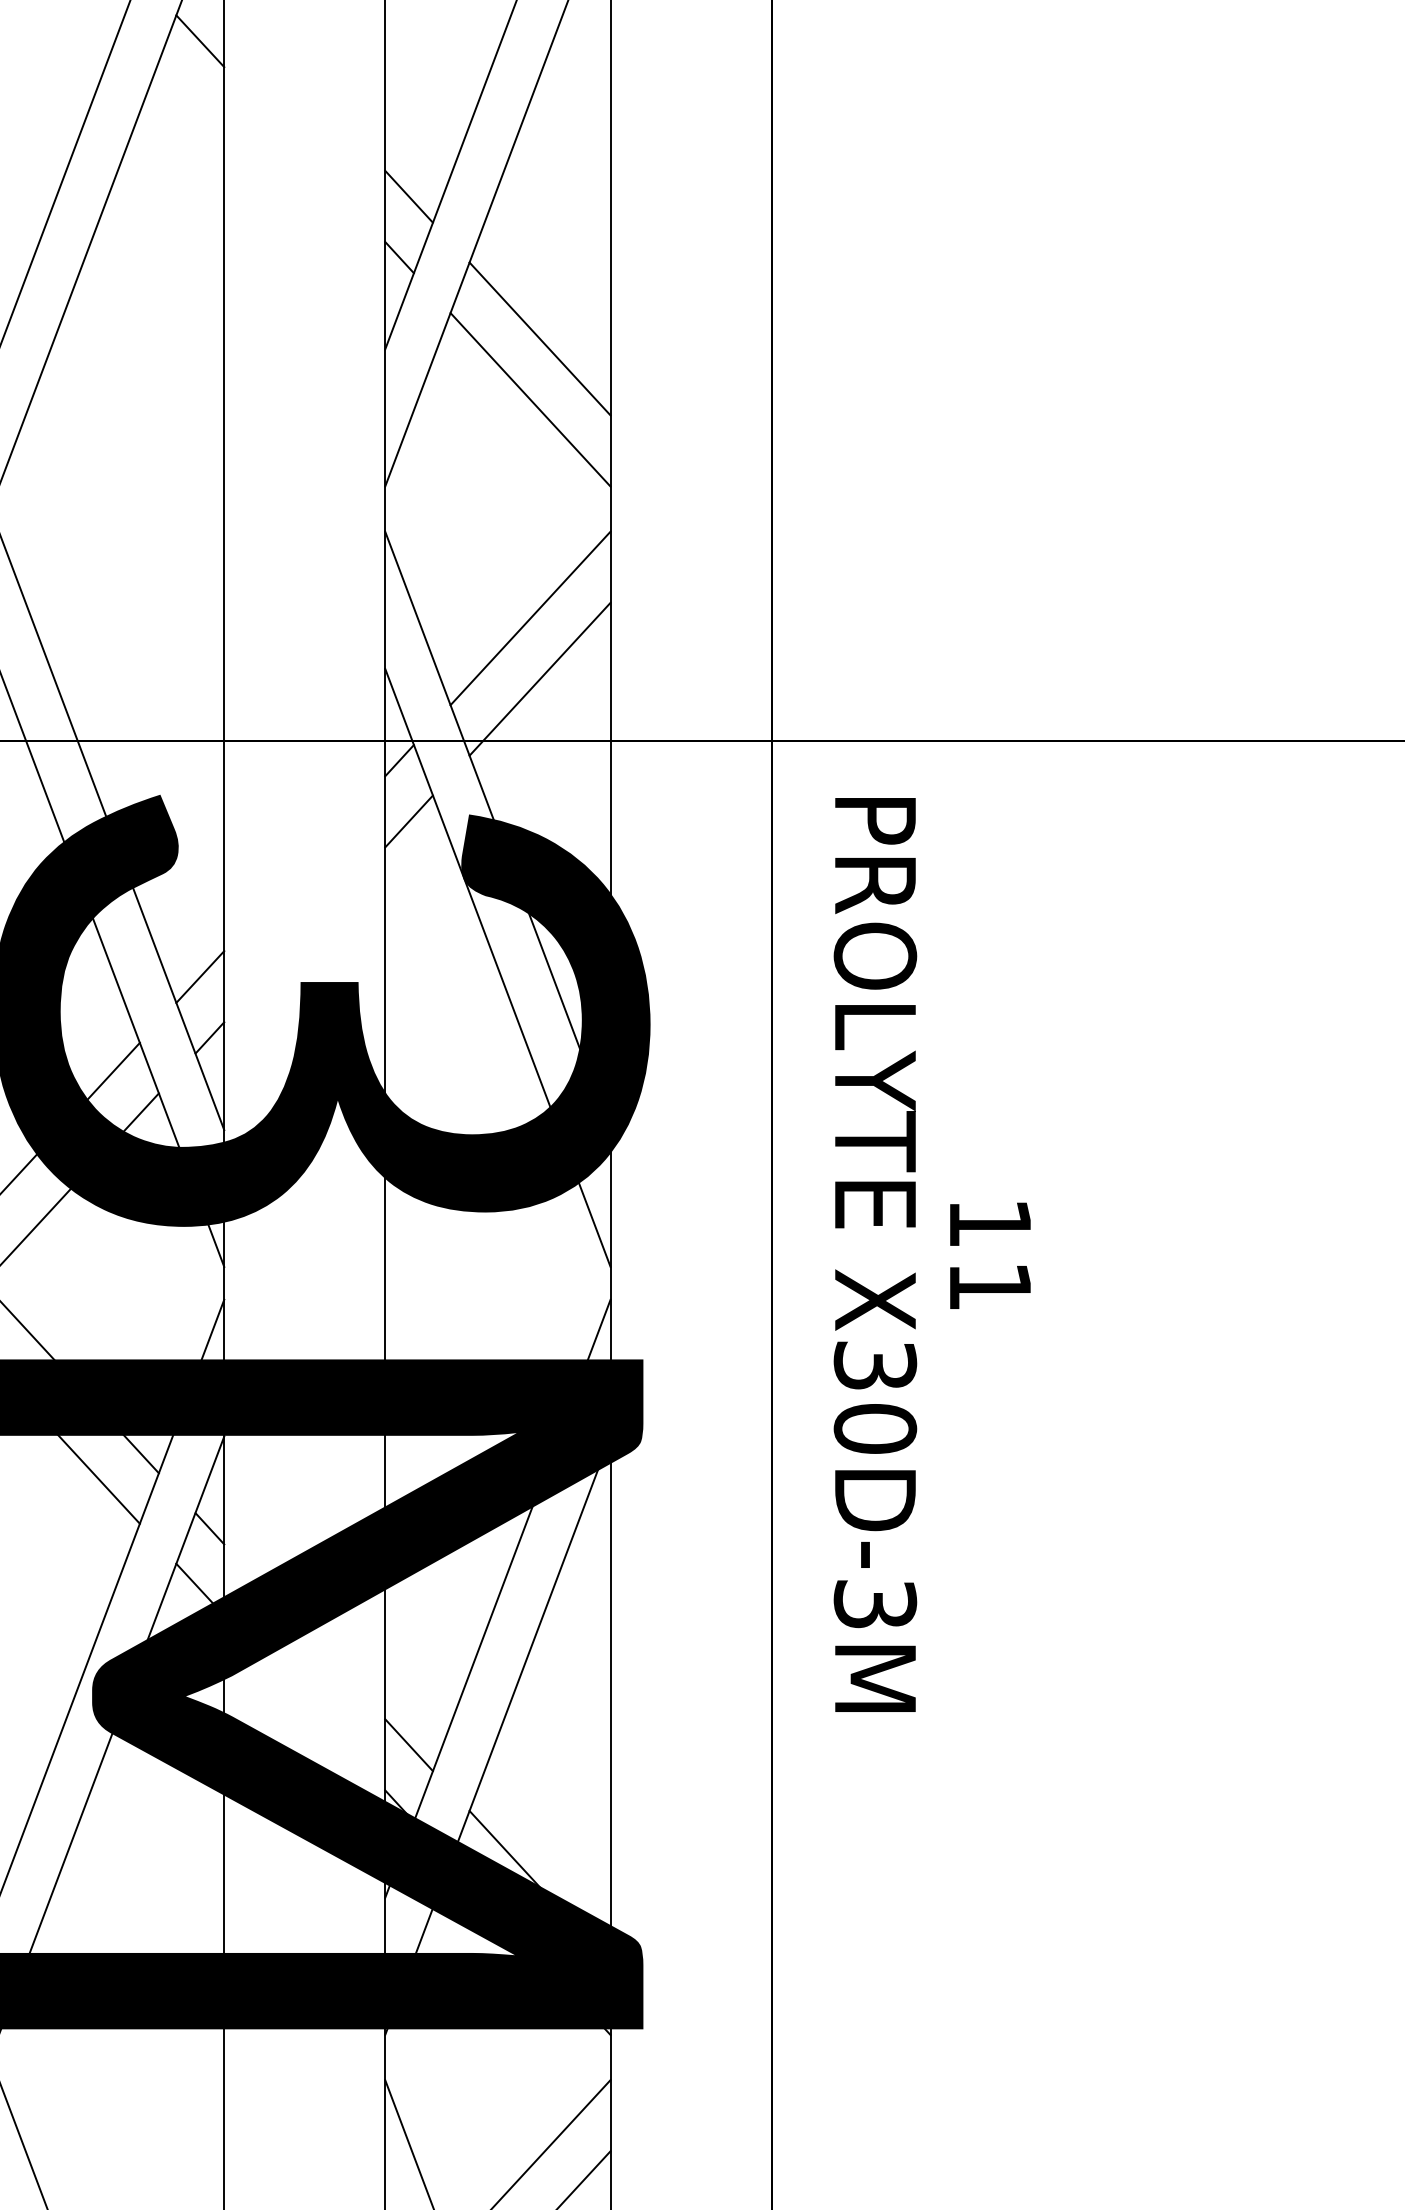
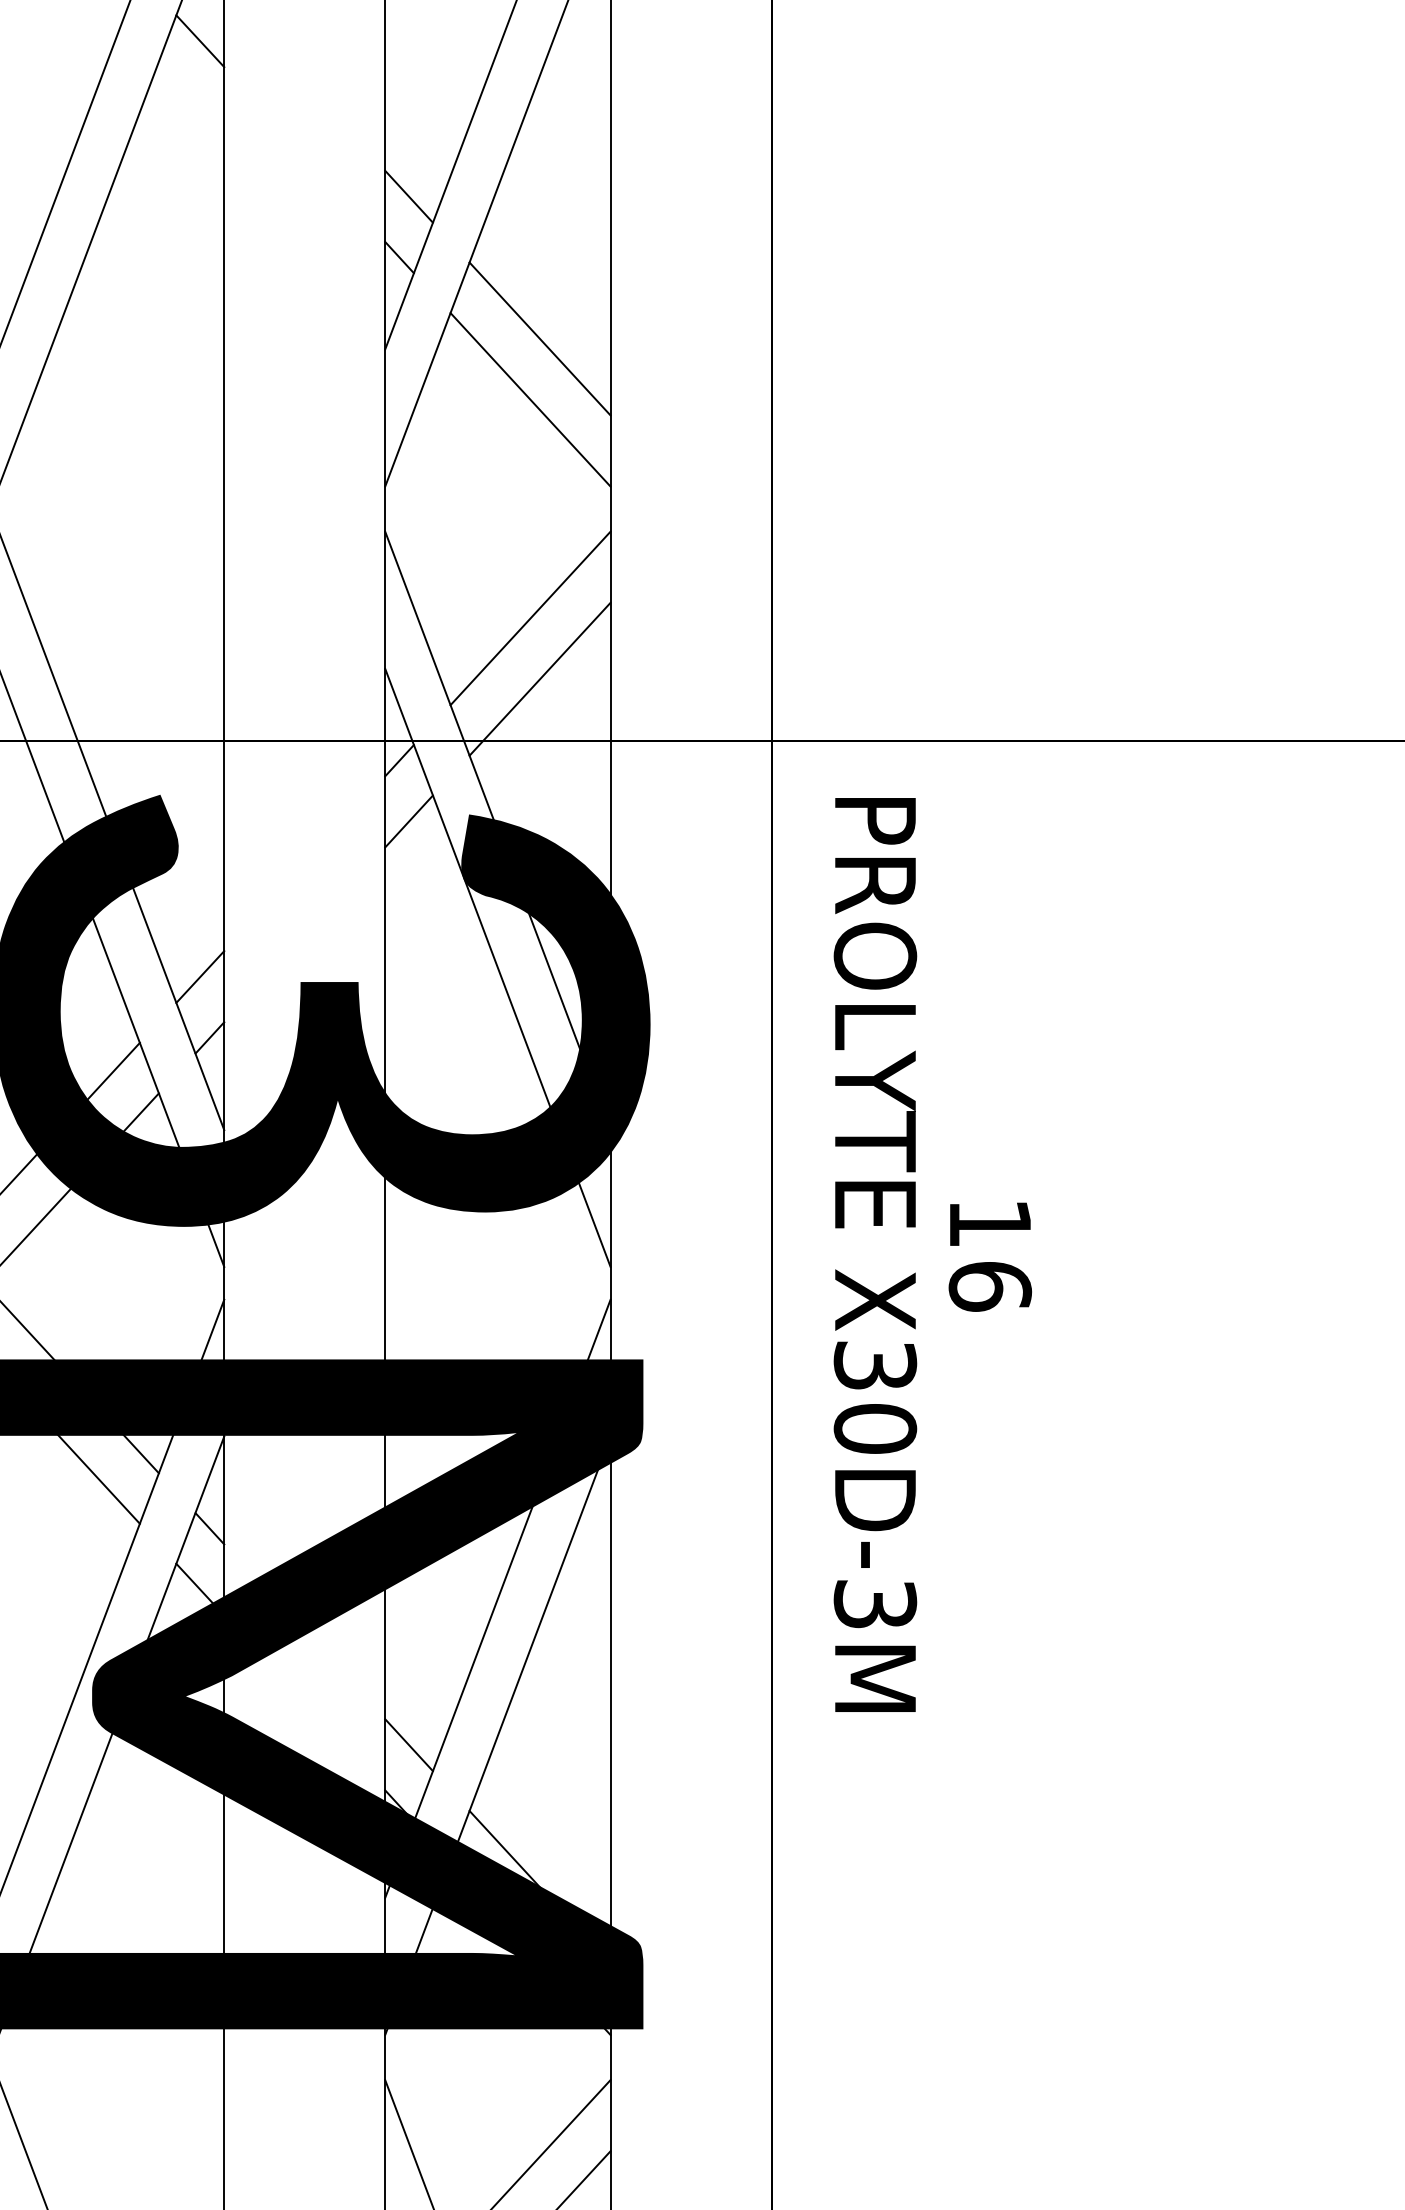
text at (990, 1286): 11 -> 16
